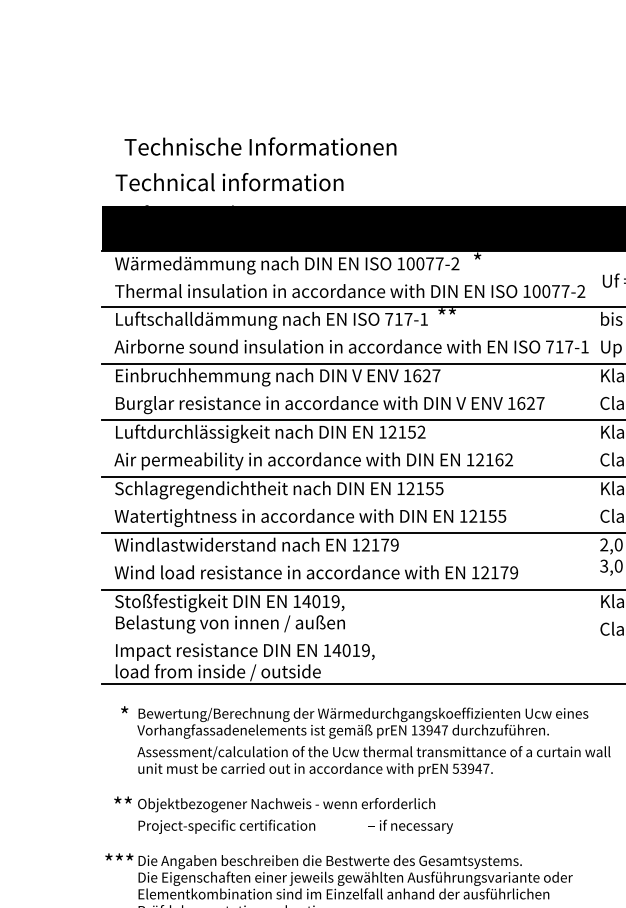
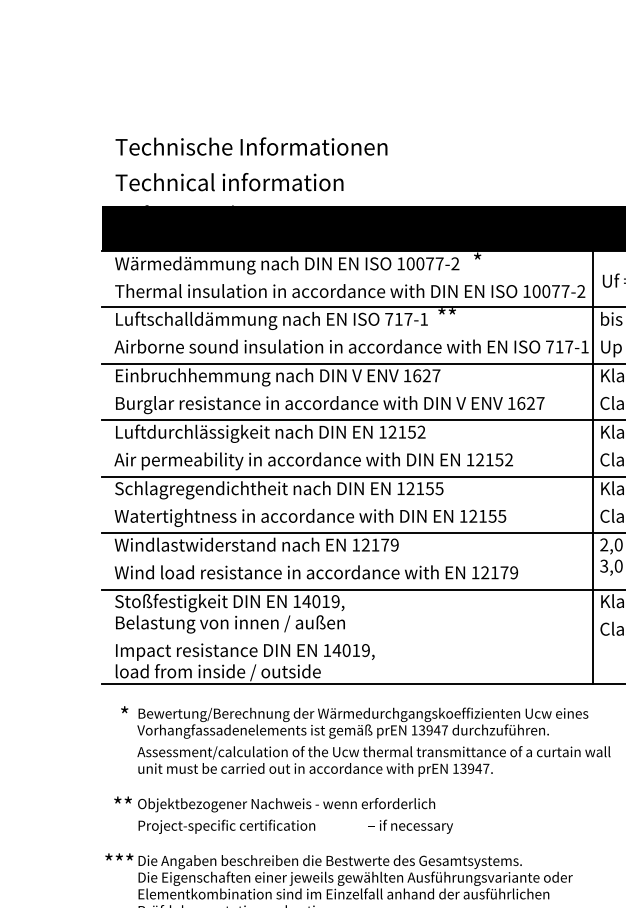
text at (260, 146) position: (260, 146) -> (251, 146)
text at (499, 459): 12162 -> 12152
line at (592, 467): none -> present
text at (455, 768): 53947. -> 13947.
